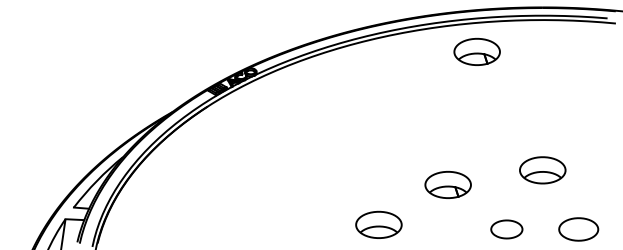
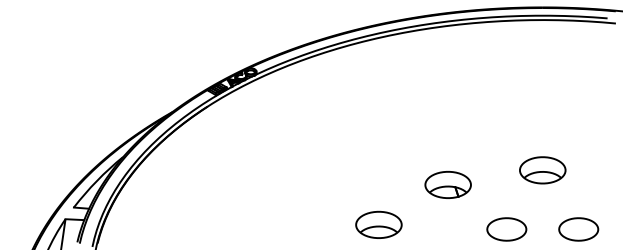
part at (476, 51): present -> none
part at (506, 229) size: 34x21 px -> 42x25 px
